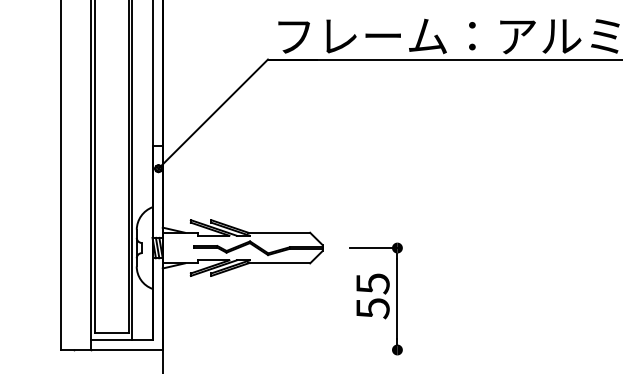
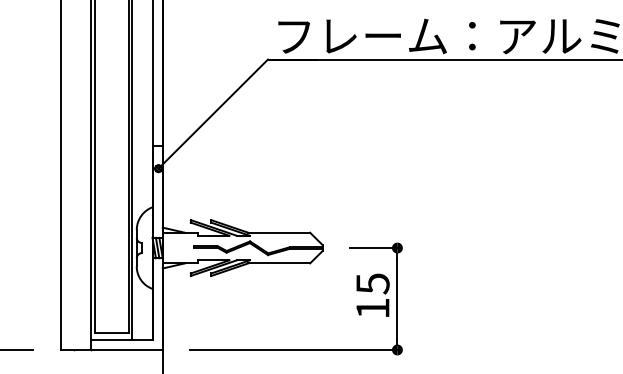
text at (372, 308): 55 -> 15
line at (17, 349): none -> present
line at (293, 349): none -> present
